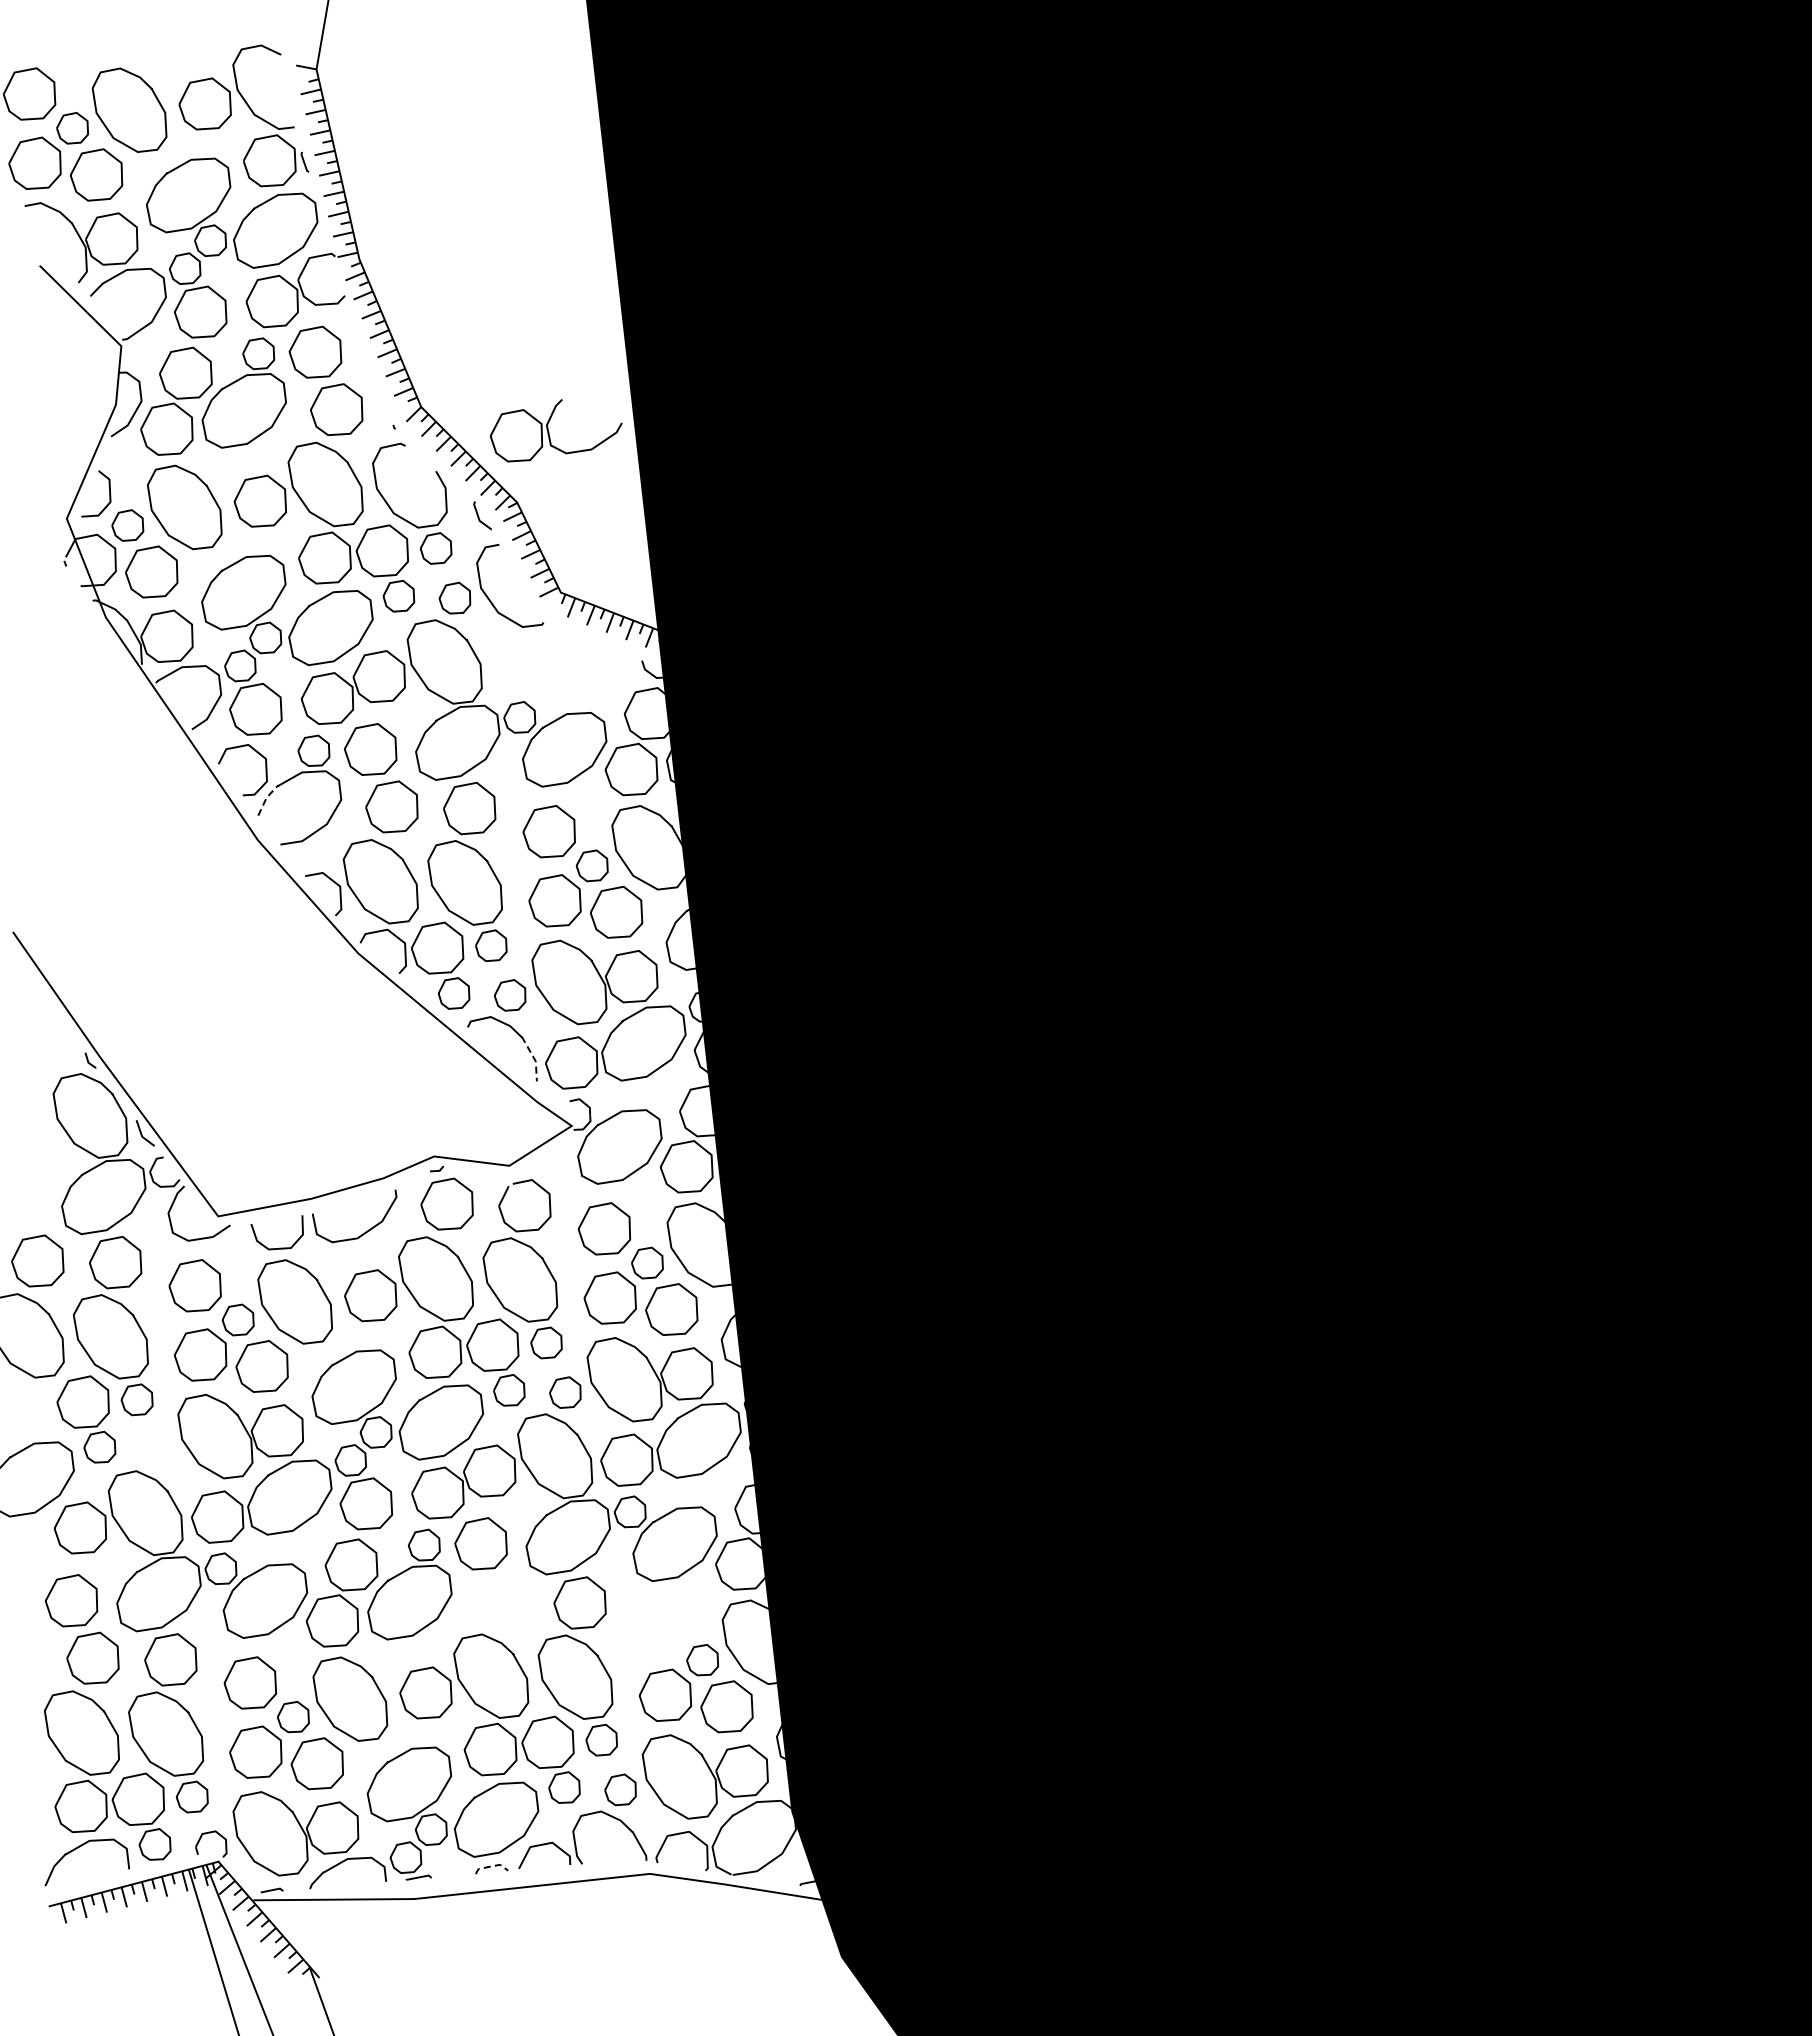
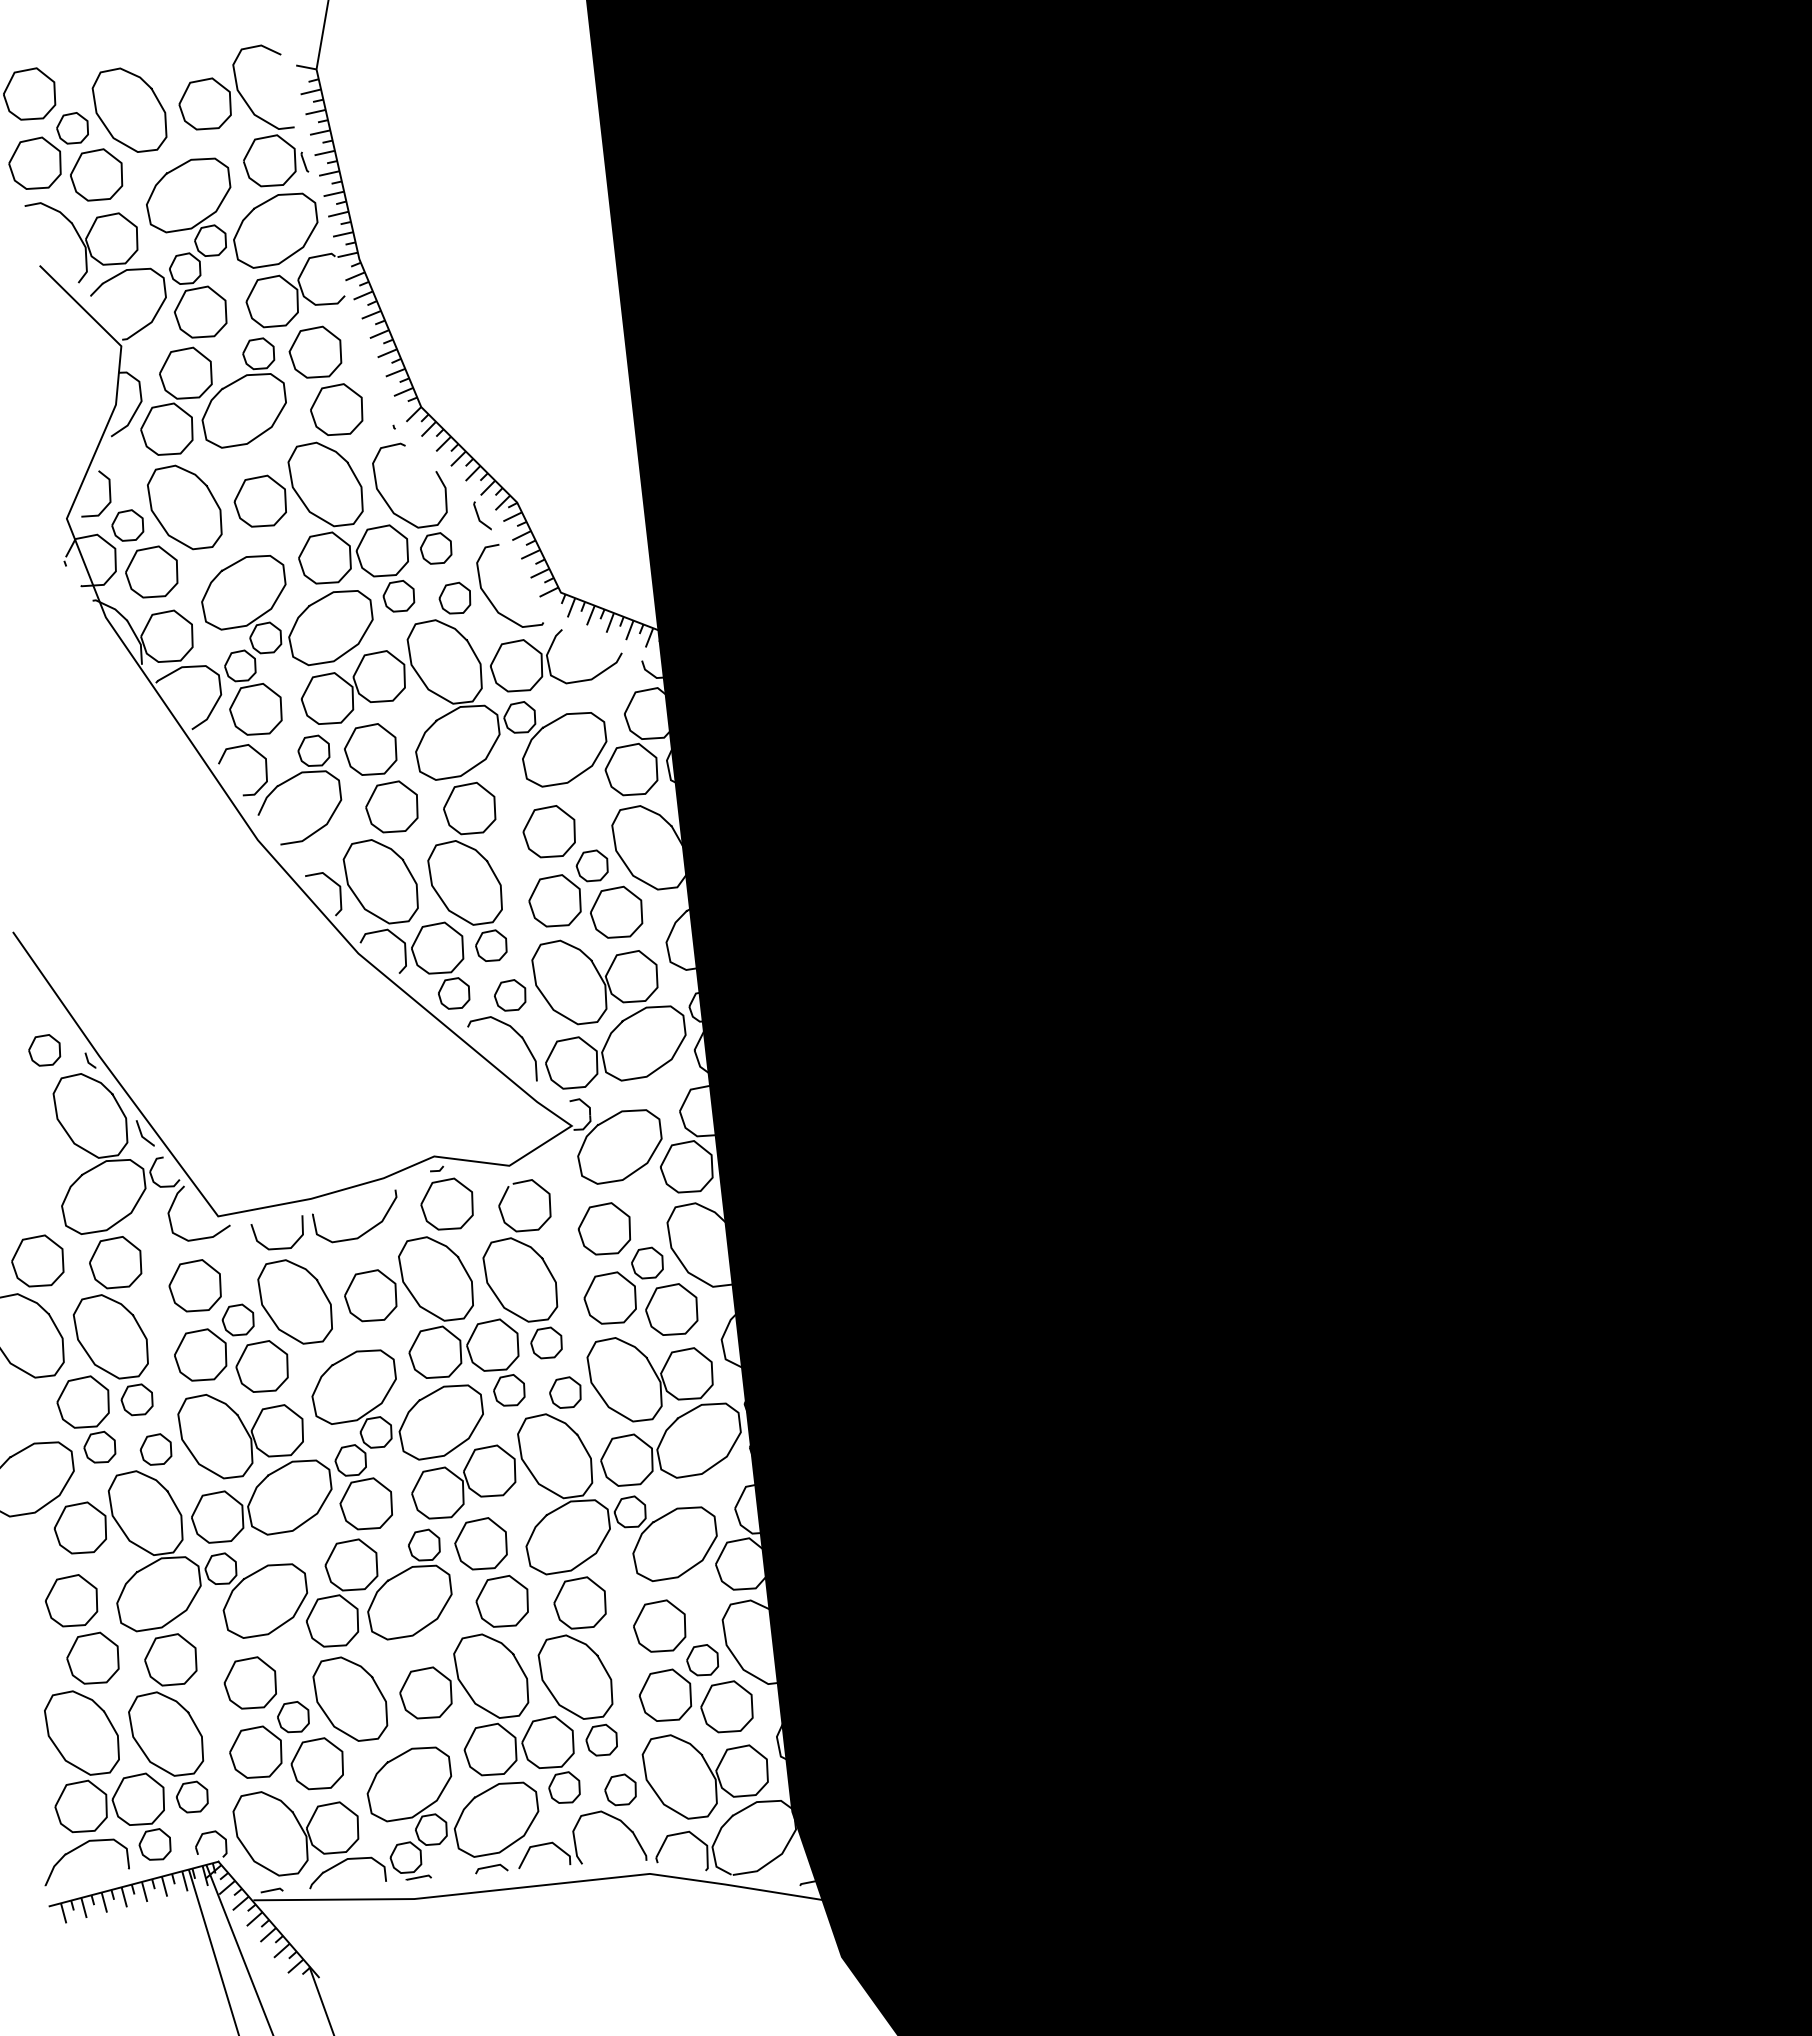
part at (549, 432) position: (549, 432) -> (549, 662)
line at (266, 798): dashed -> solid
part at (44, 1050): none -> present
line at (534, 1058): dashed -> solid
part at (155, 1449): none -> present
part at (501, 1601): none -> present
part at (659, 1625): none -> present
line at (491, 1866): dashed -> solid
